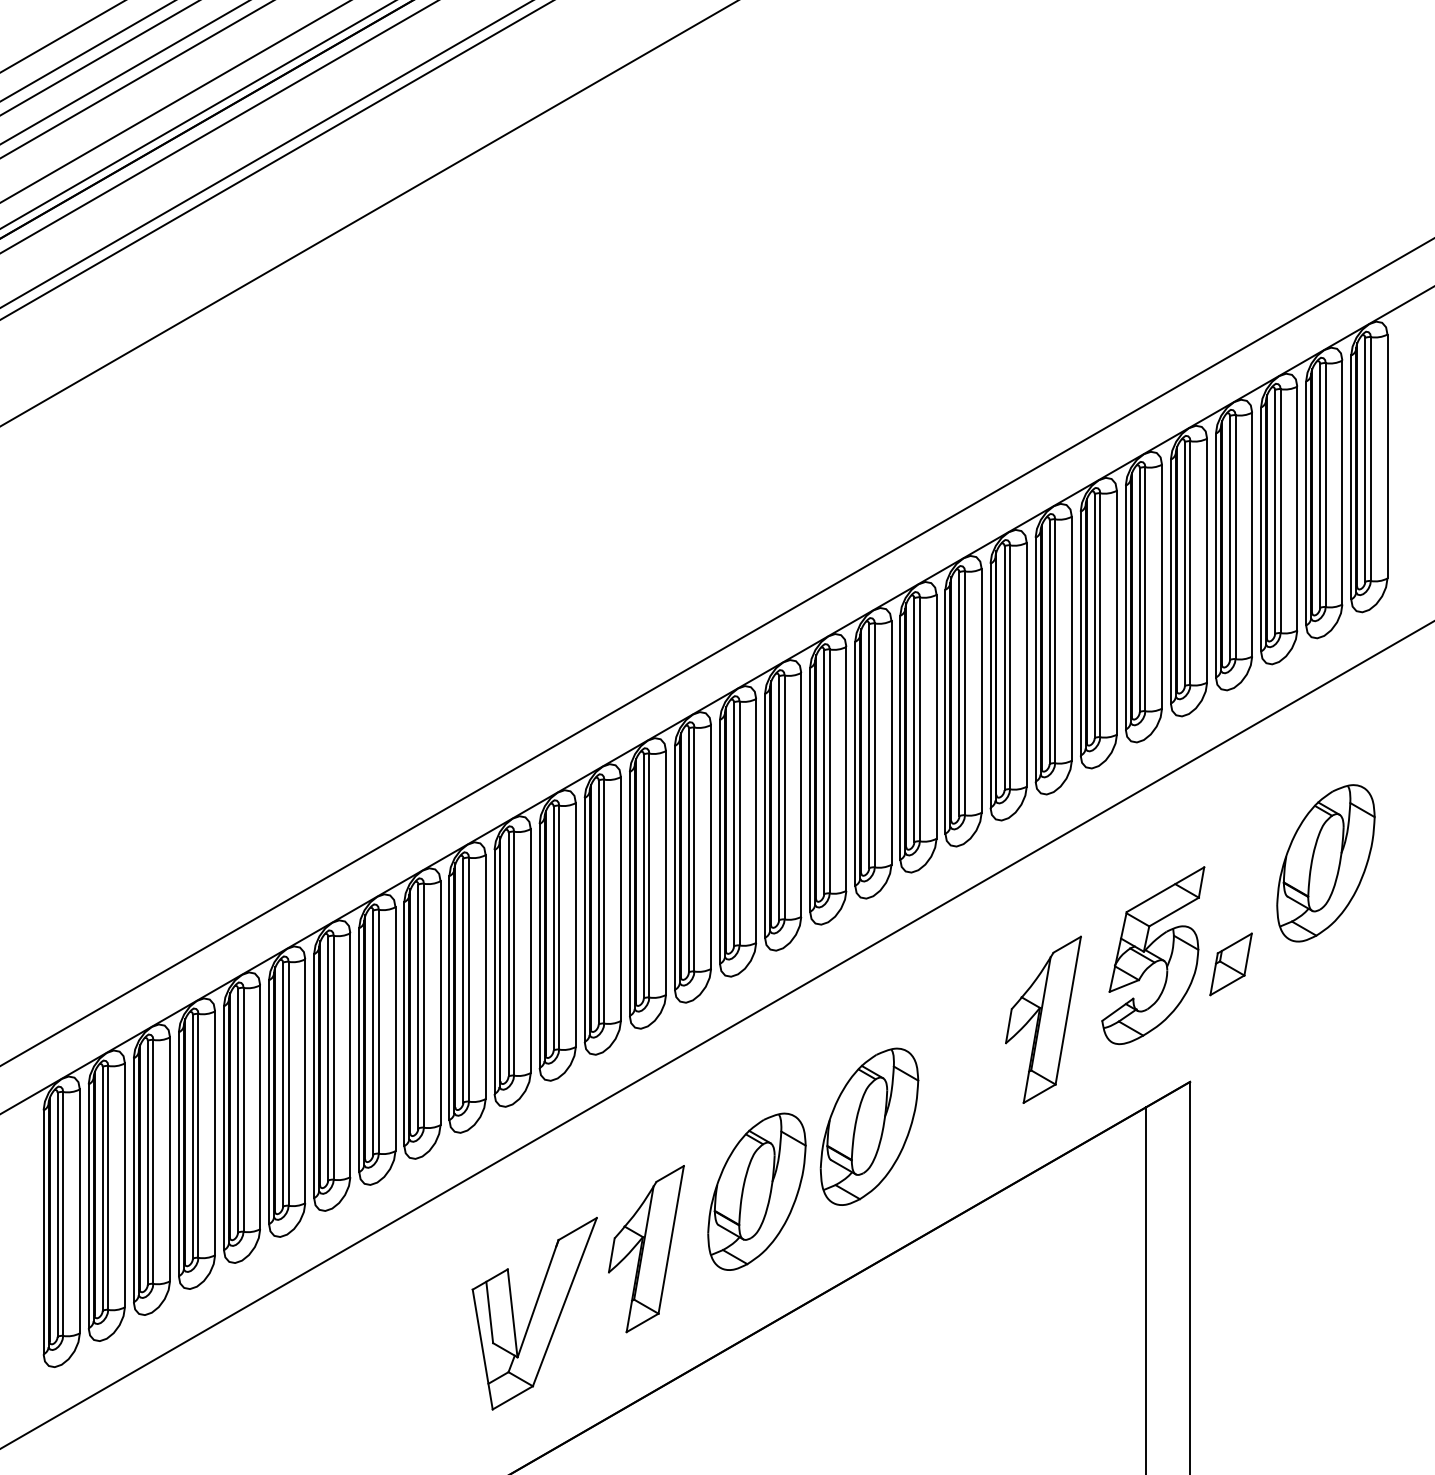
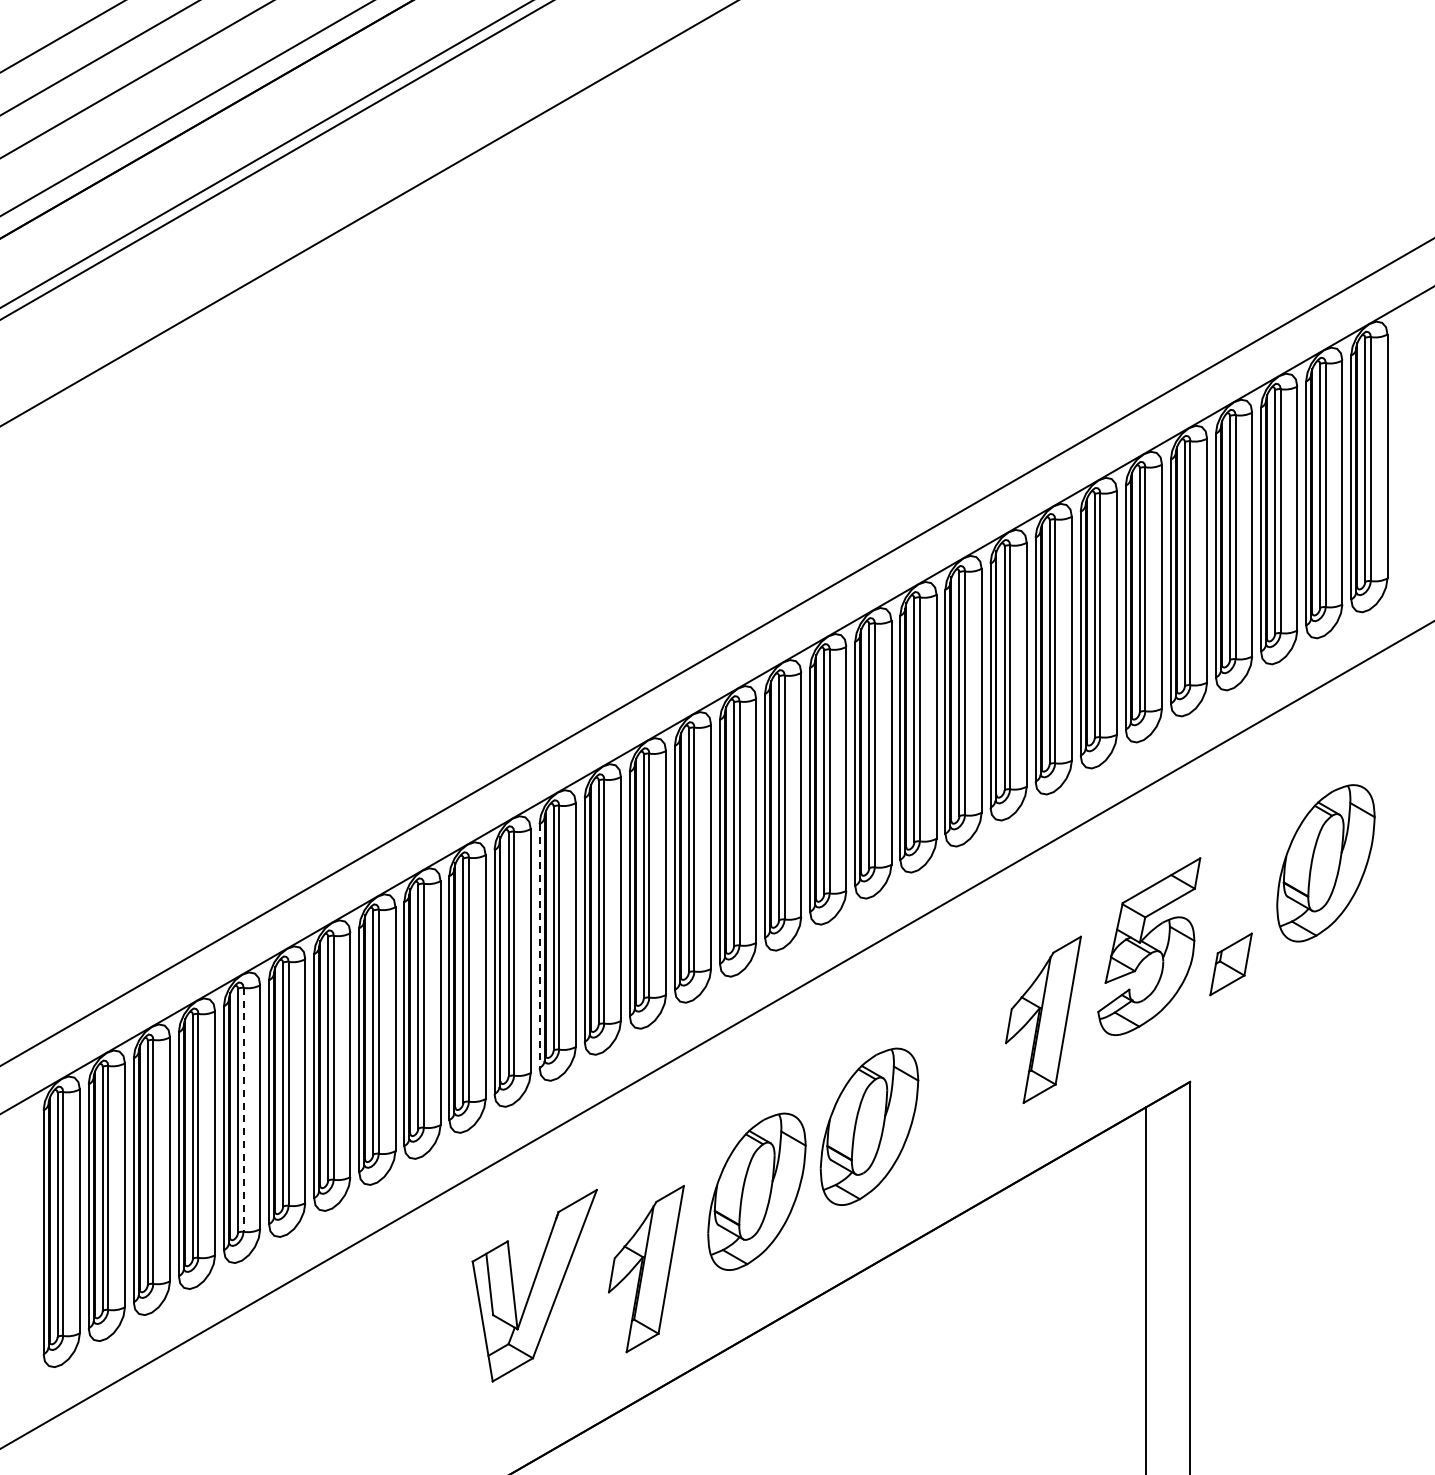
line at (87, 51): present -> none
line at (124, 72): present -> none
line at (174, 101) position: (174, 101) -> (186, 108)
line at (197, 114): present -> none
line at (218, 127): present -> none
line at (539, 946): solid -> dashed
part at (1153, 955) position: (1153, 955) -> (1149, 946)
line at (243, 1109): solid -> dashed
part at (646, 1249) position: (646, 1249) -> (646, 1269)
part at (534, 1313) position: (534, 1313) -> (534, 1285)
